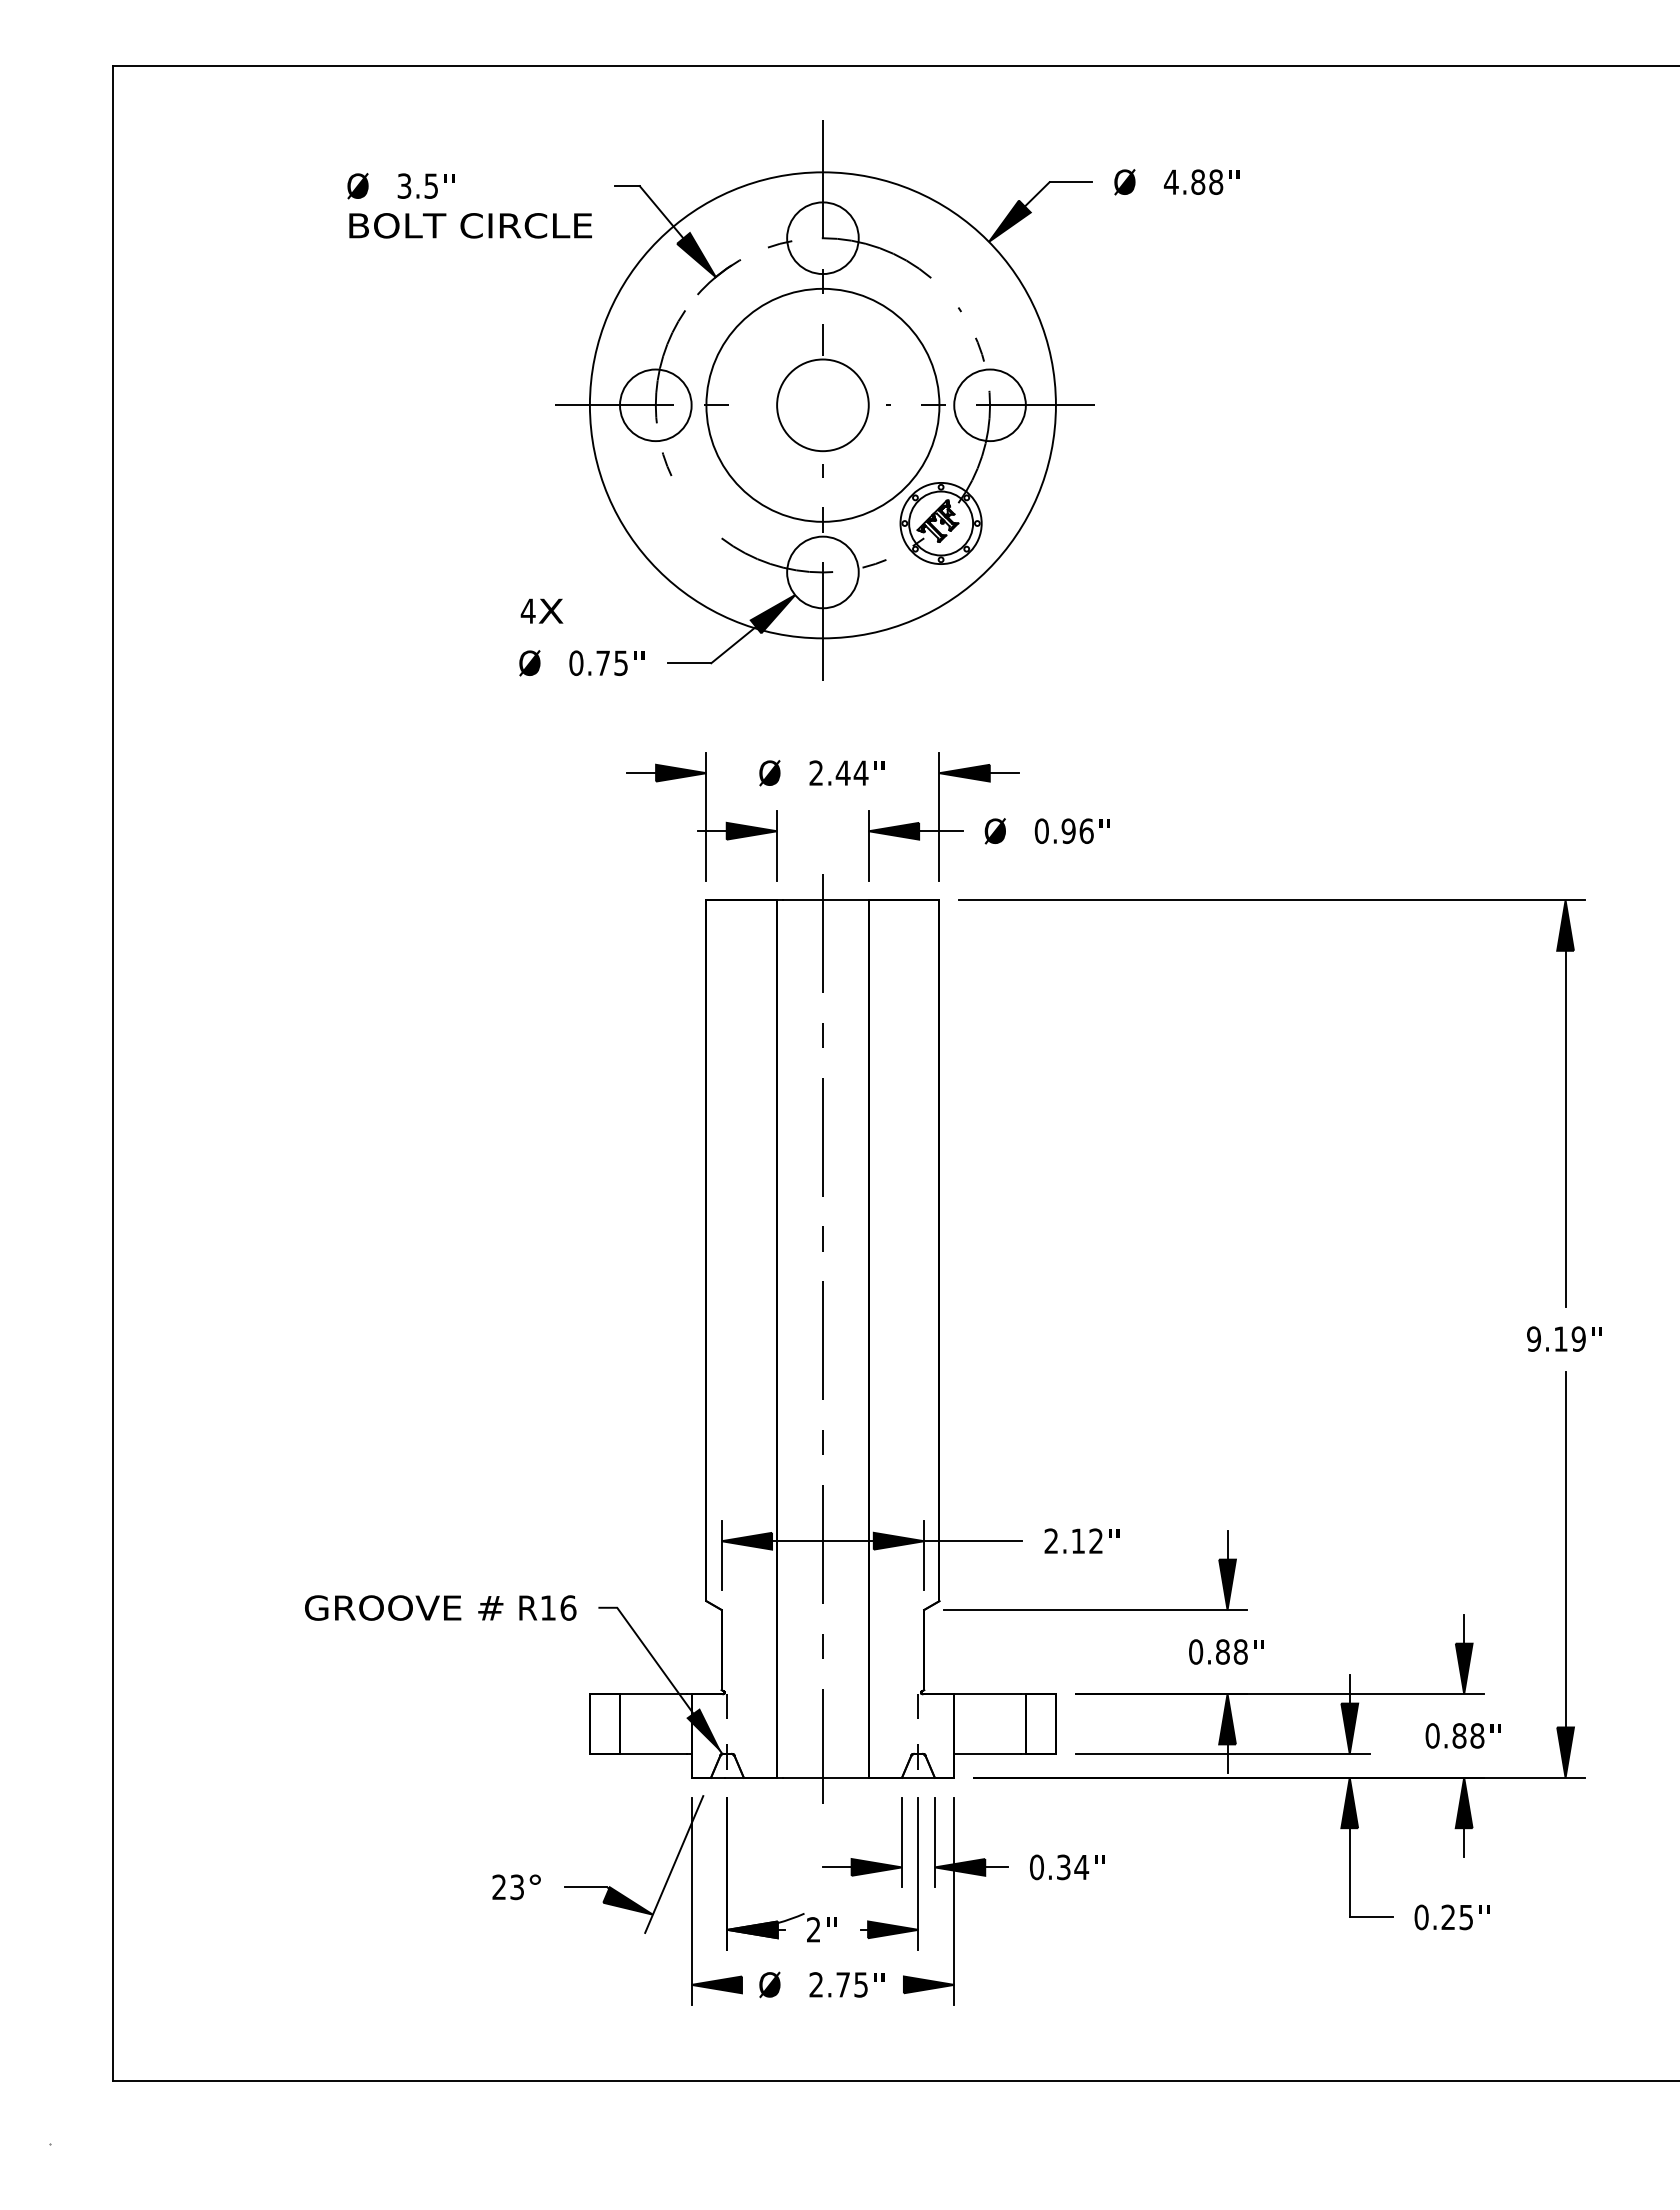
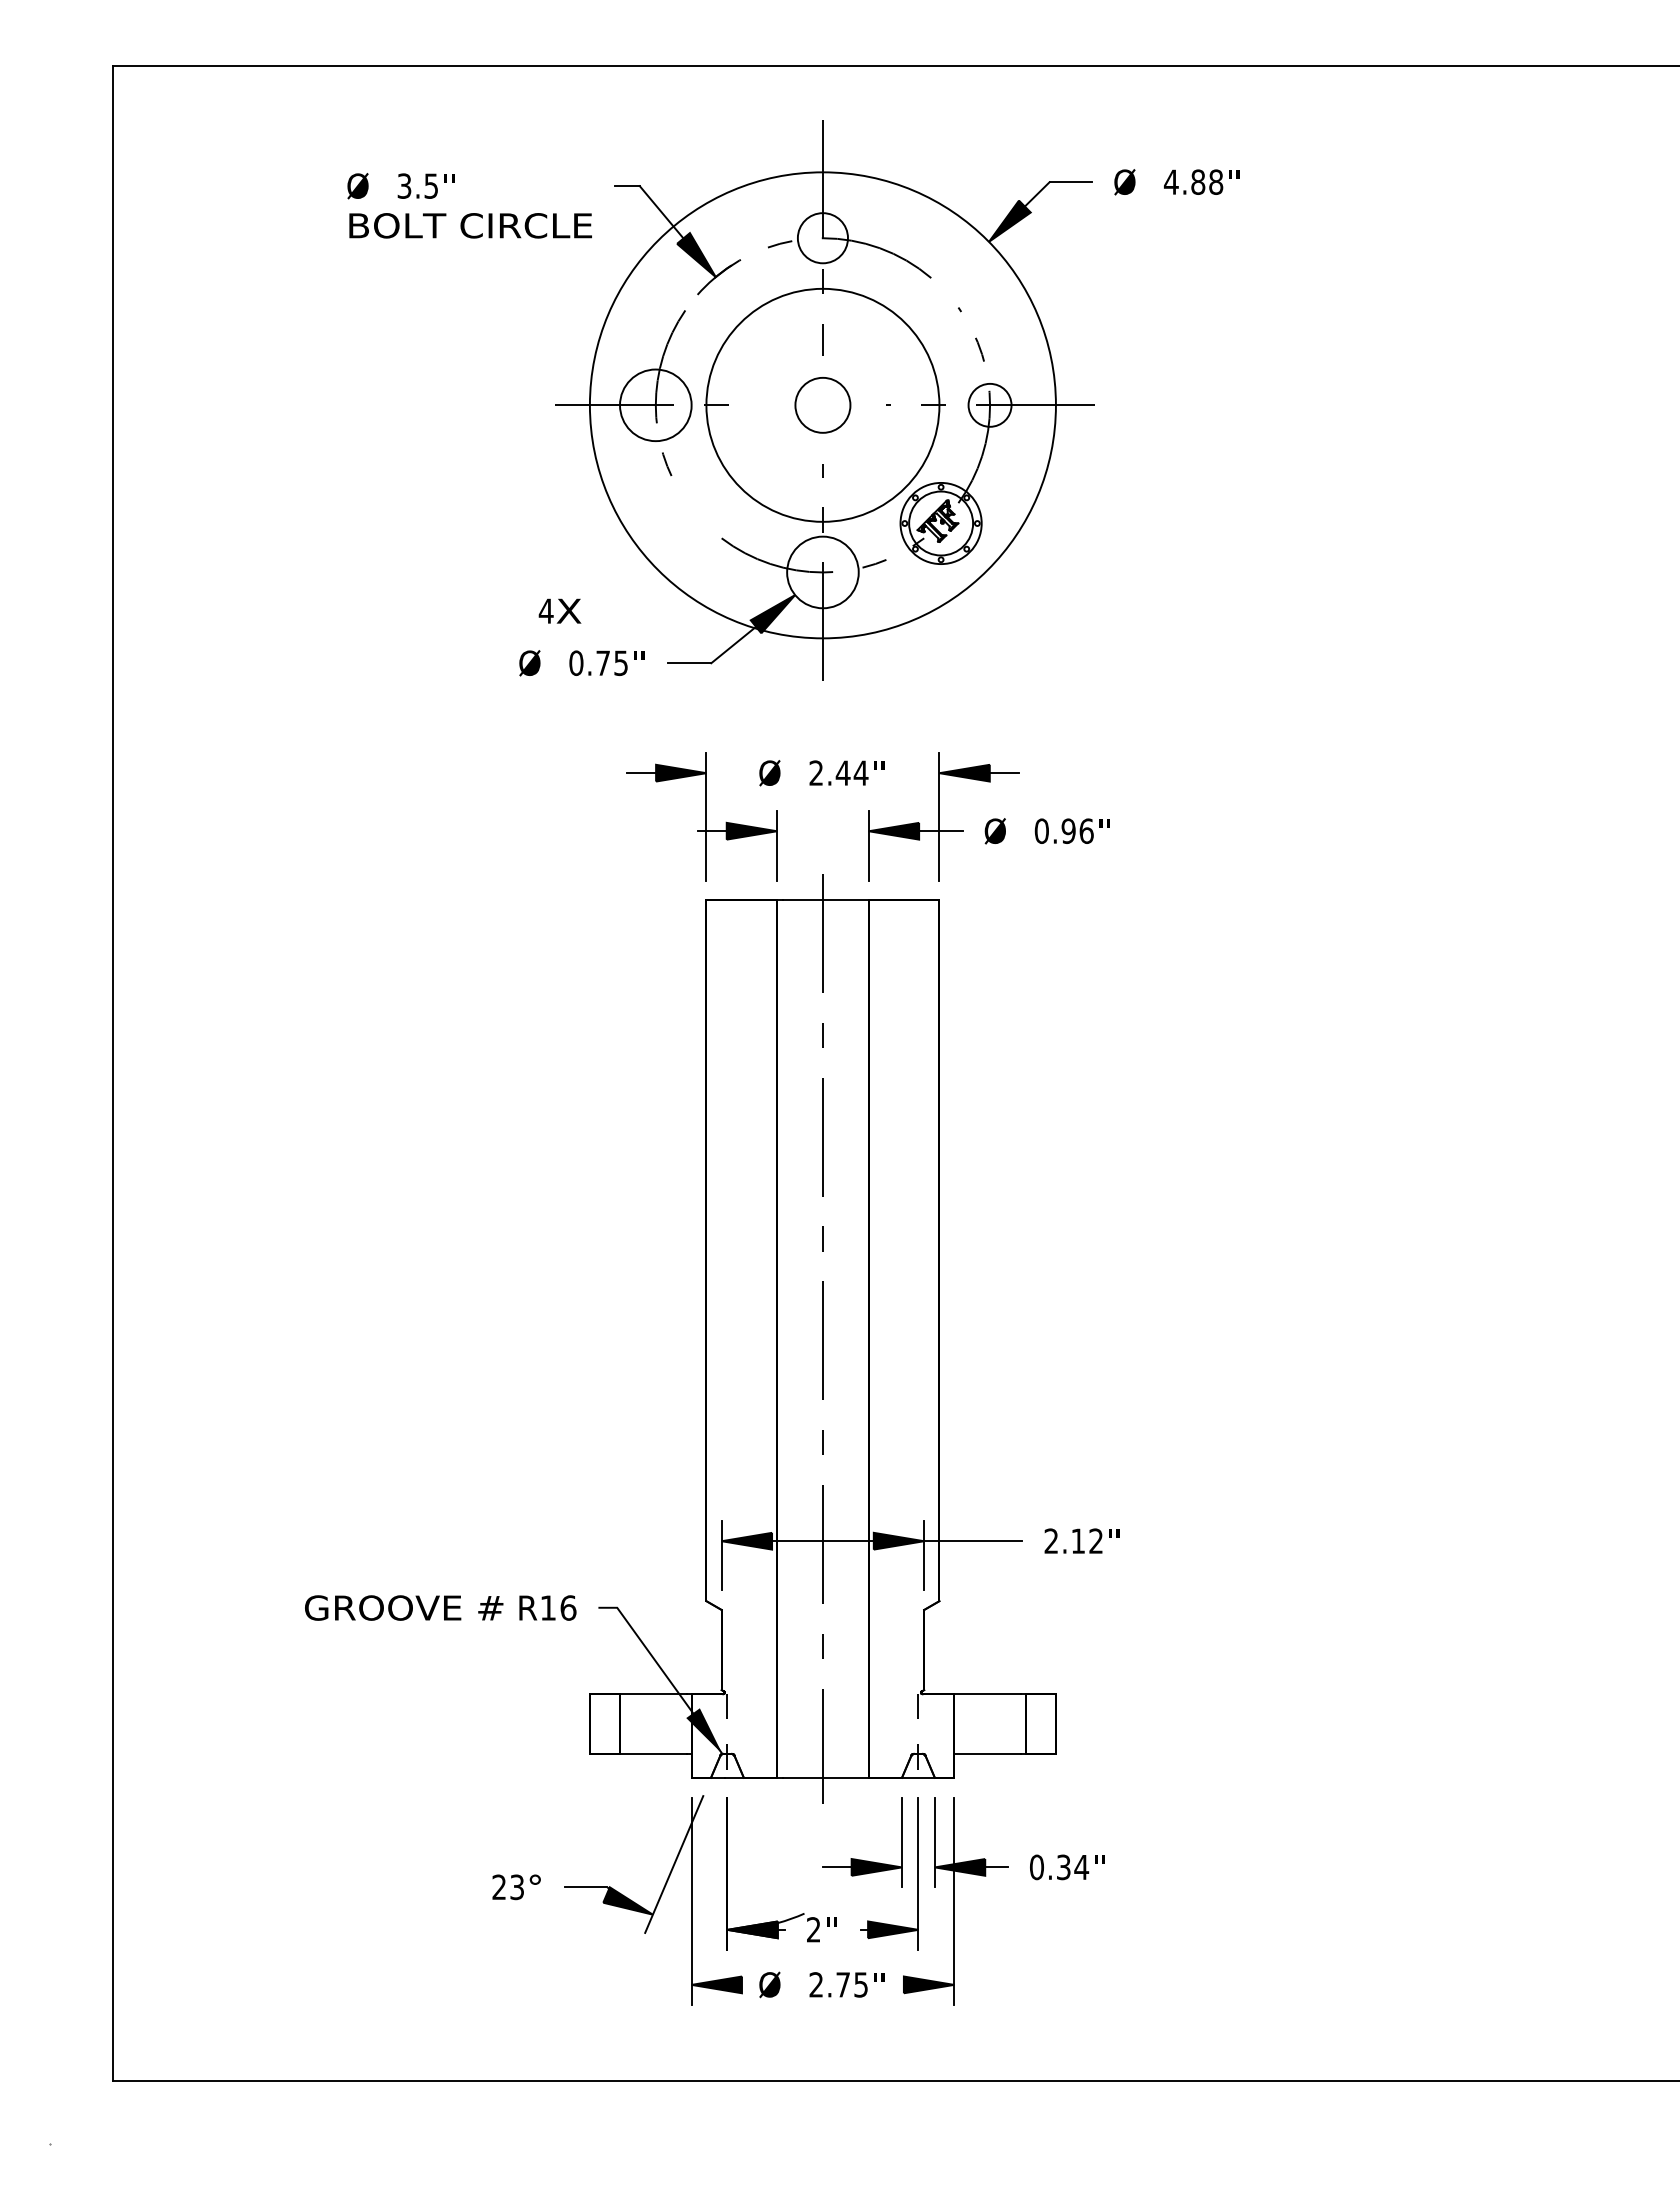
circle at (822, 238) diameter: 72 px -> 50 px
circle at (822, 405) diameter: 92 px -> 55 px
circle at (989, 405) diameter: 72 px -> 43 px
text at (541, 610) position: (541, 610) -> (559, 610)
part at (1228, 1530): present -> none
